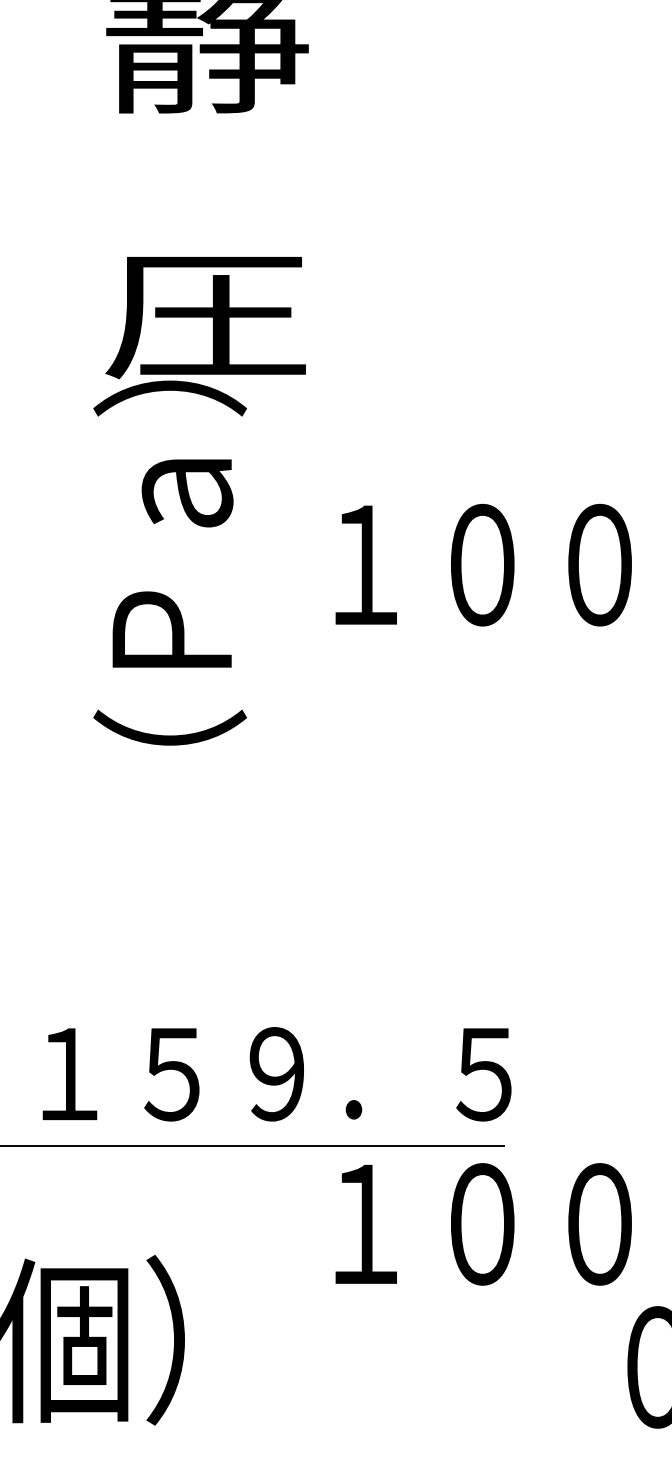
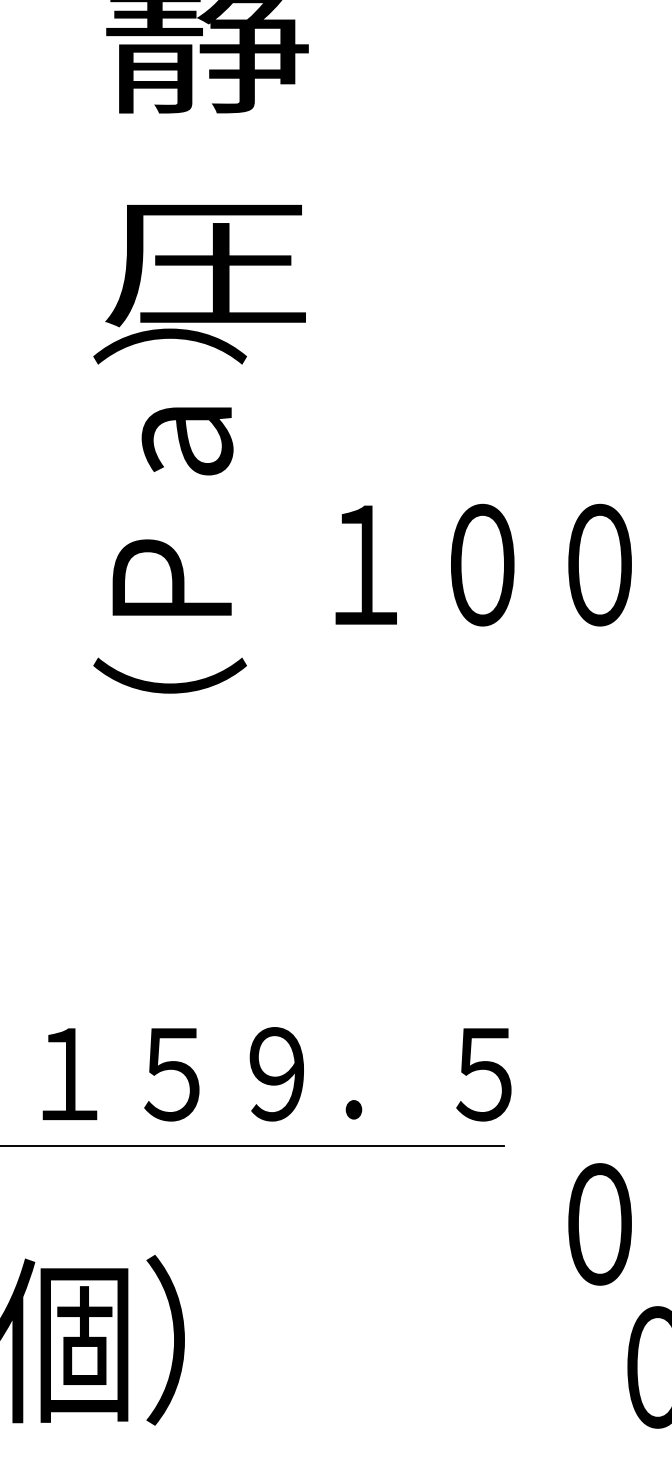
text at (199, 501) position: (199, 501) -> (199, 449)
text at (424, 1224): １００ -> ０
